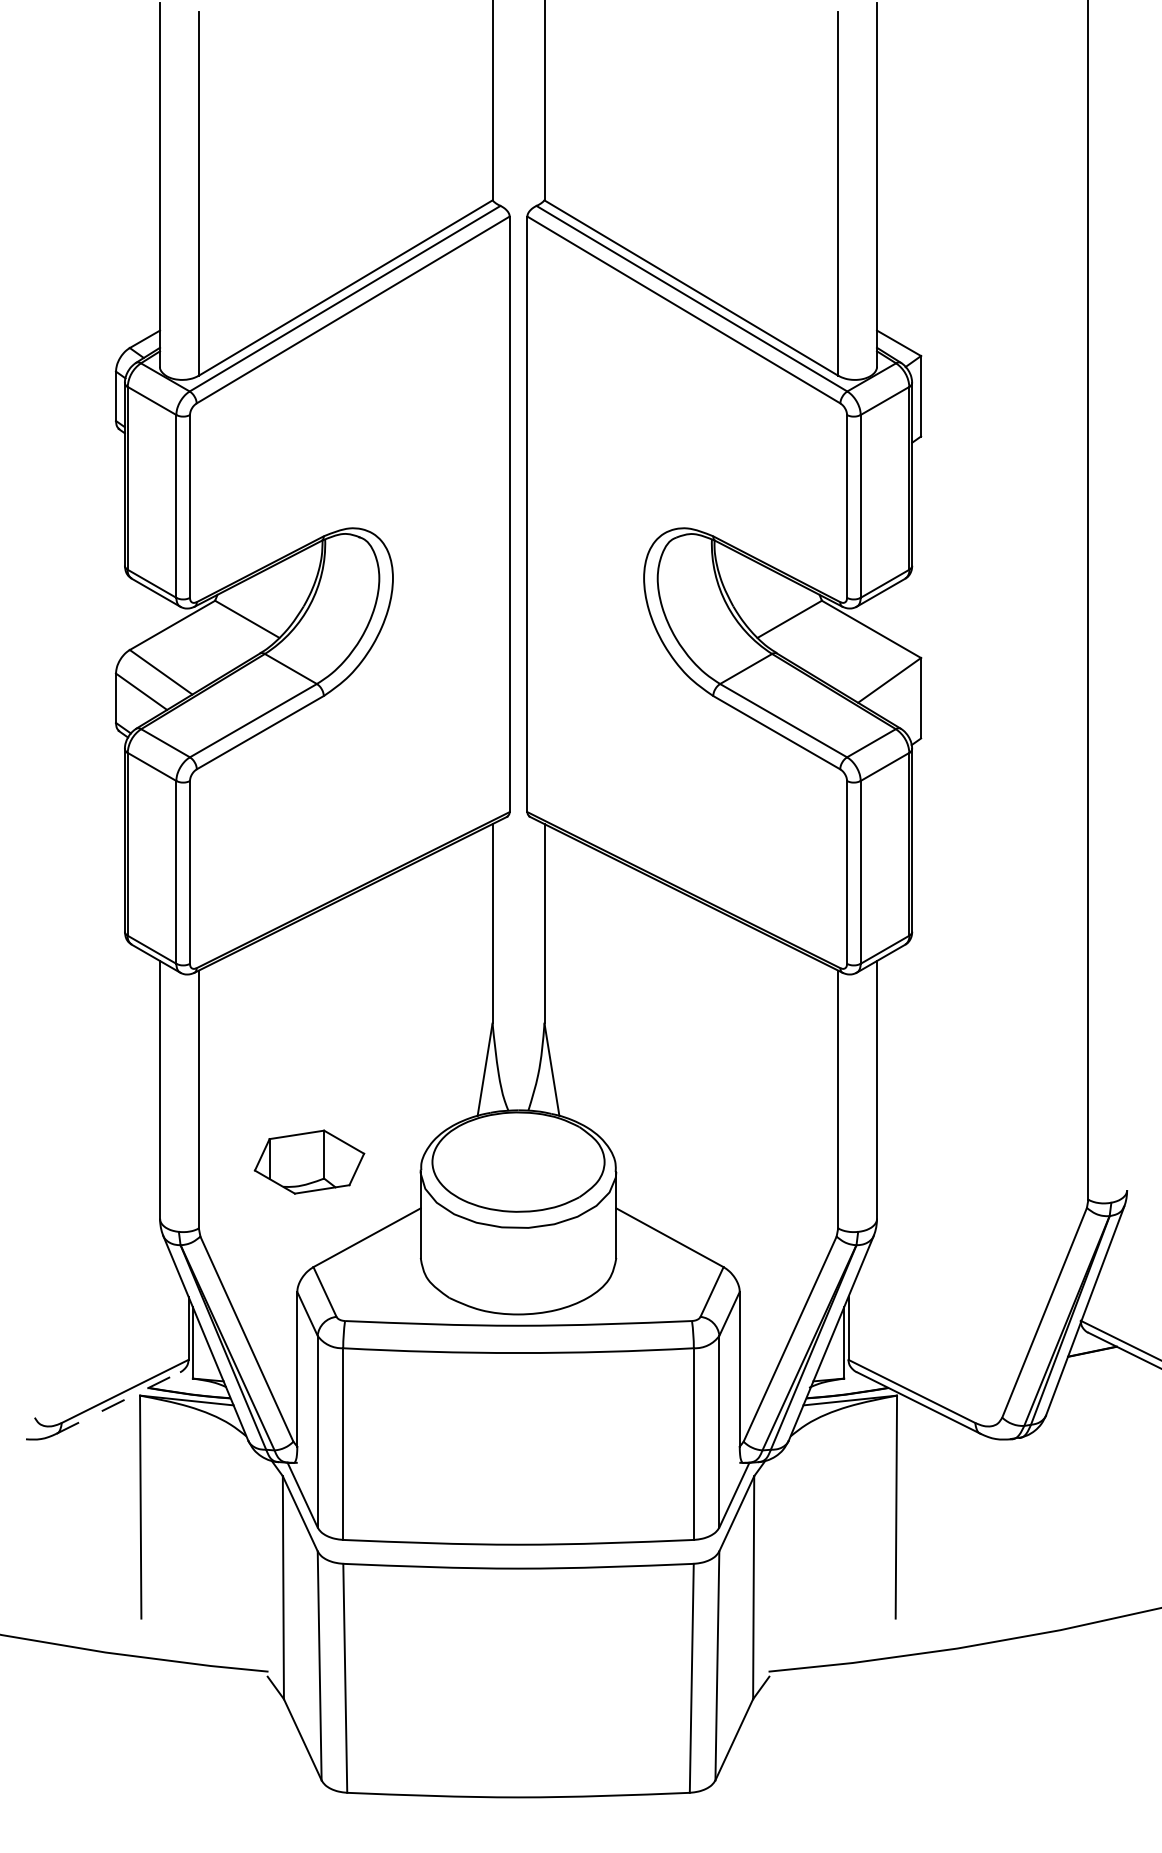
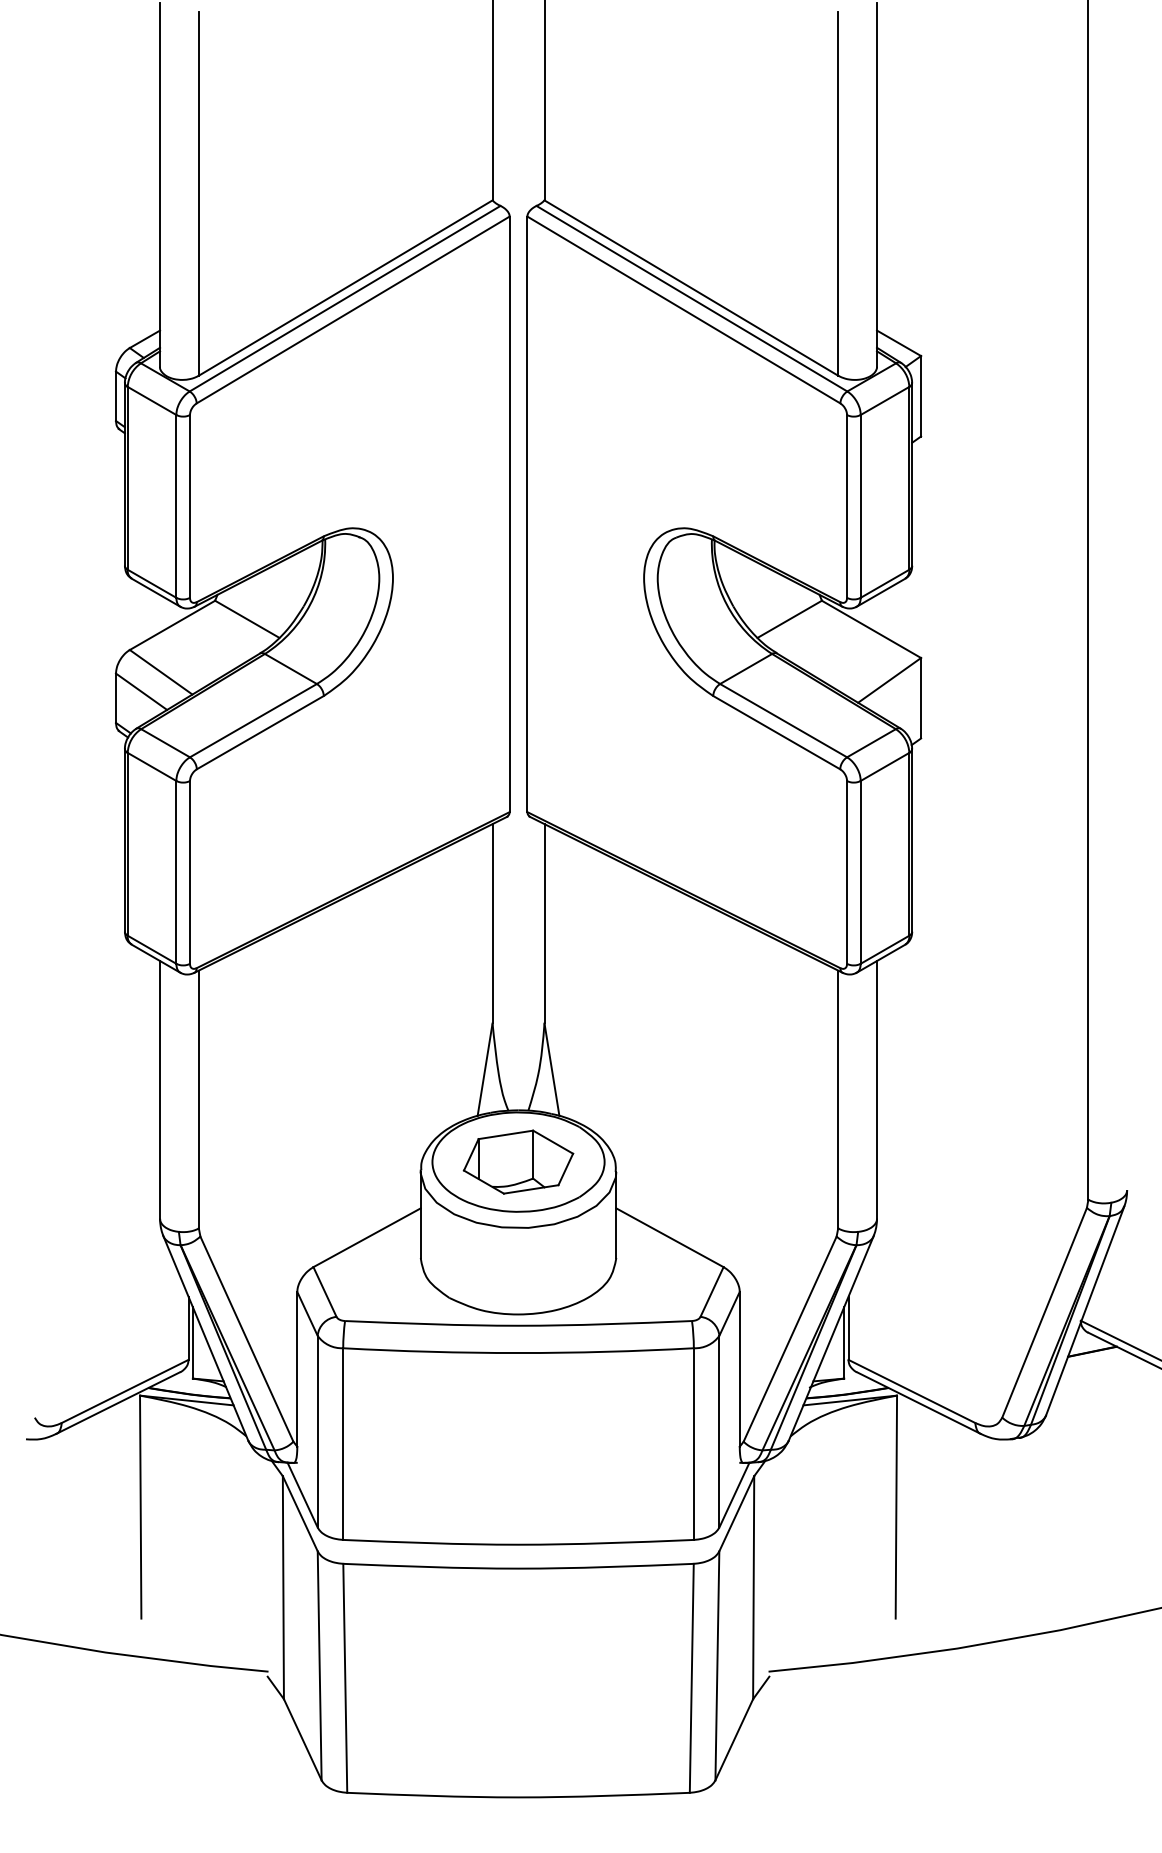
part at (309, 1161) position: (309, 1161) -> (518, 1161)
line at (118, 1402): dashed -> solid
